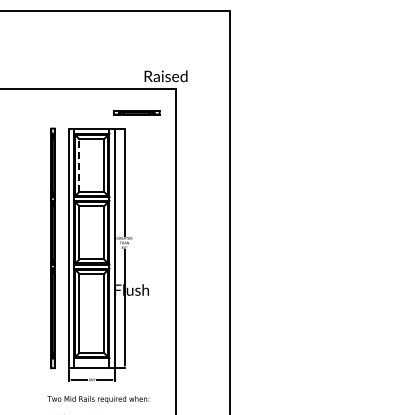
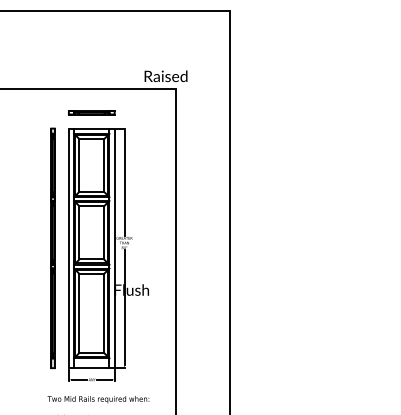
part at (136, 112) position: (136, 112) -> (91, 112)
line at (79, 165): dashed -> solid
